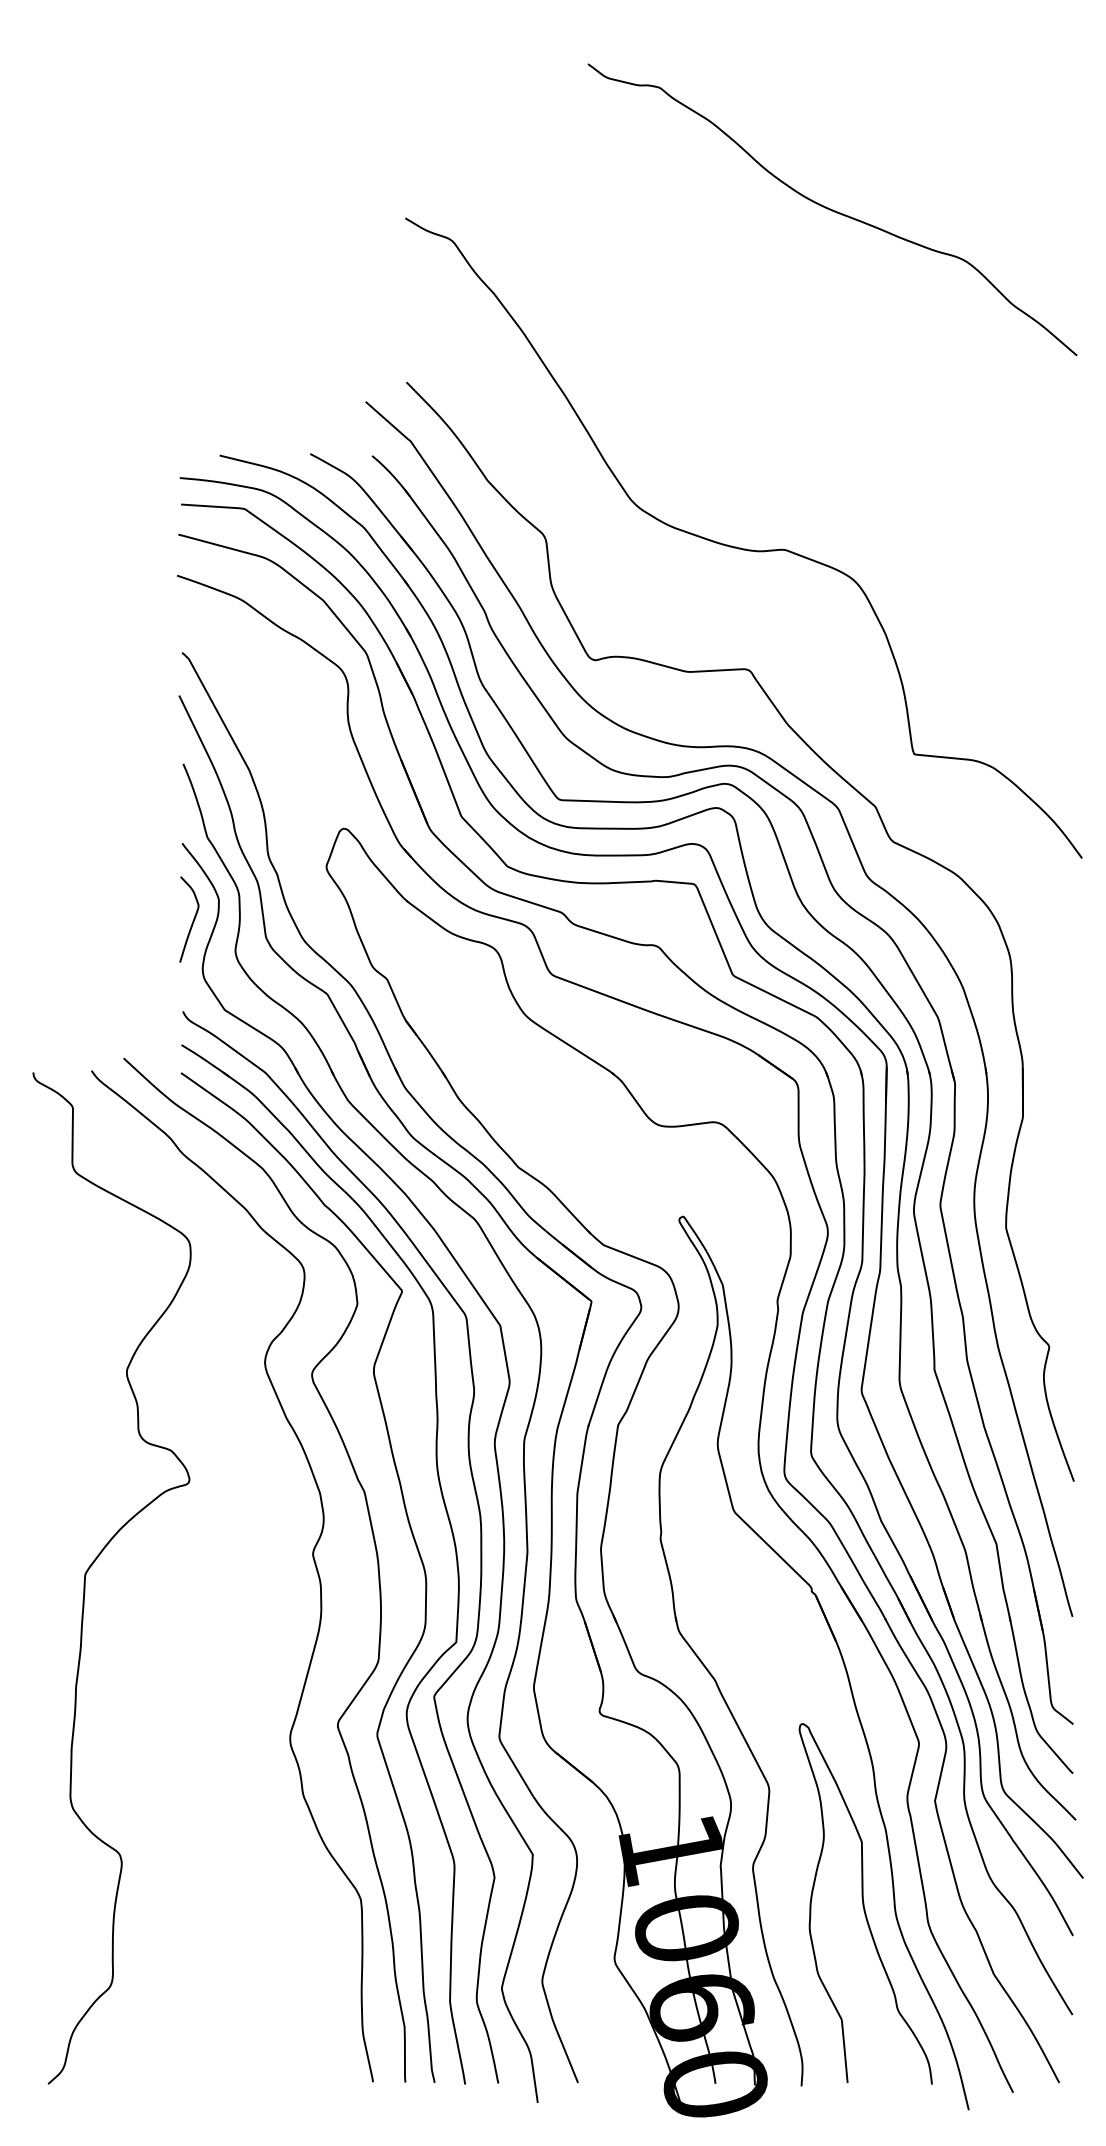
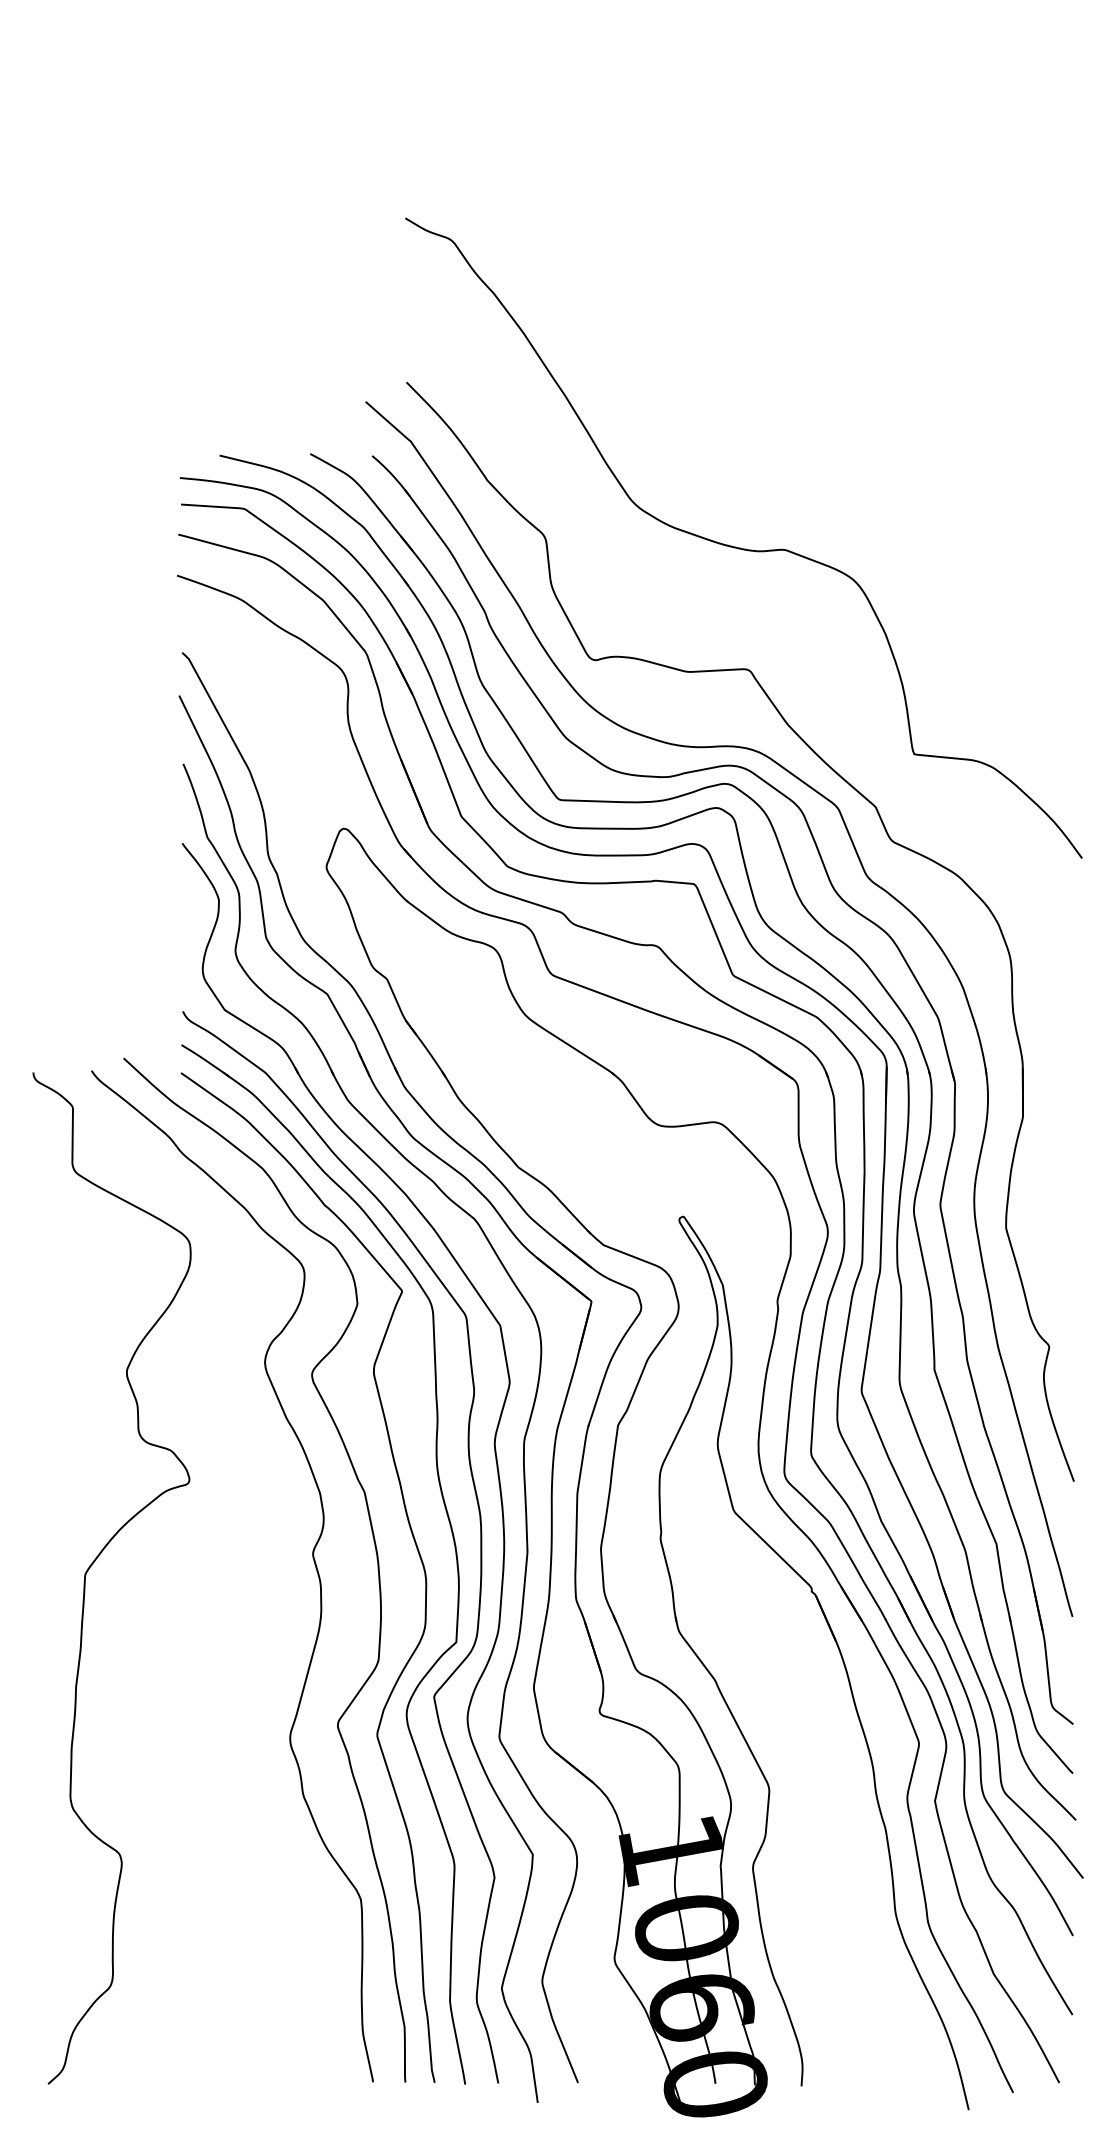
curve at (832, 209): present -> none
curve at (192, 921): present -> none
curve at (864, 1903): present -> none
